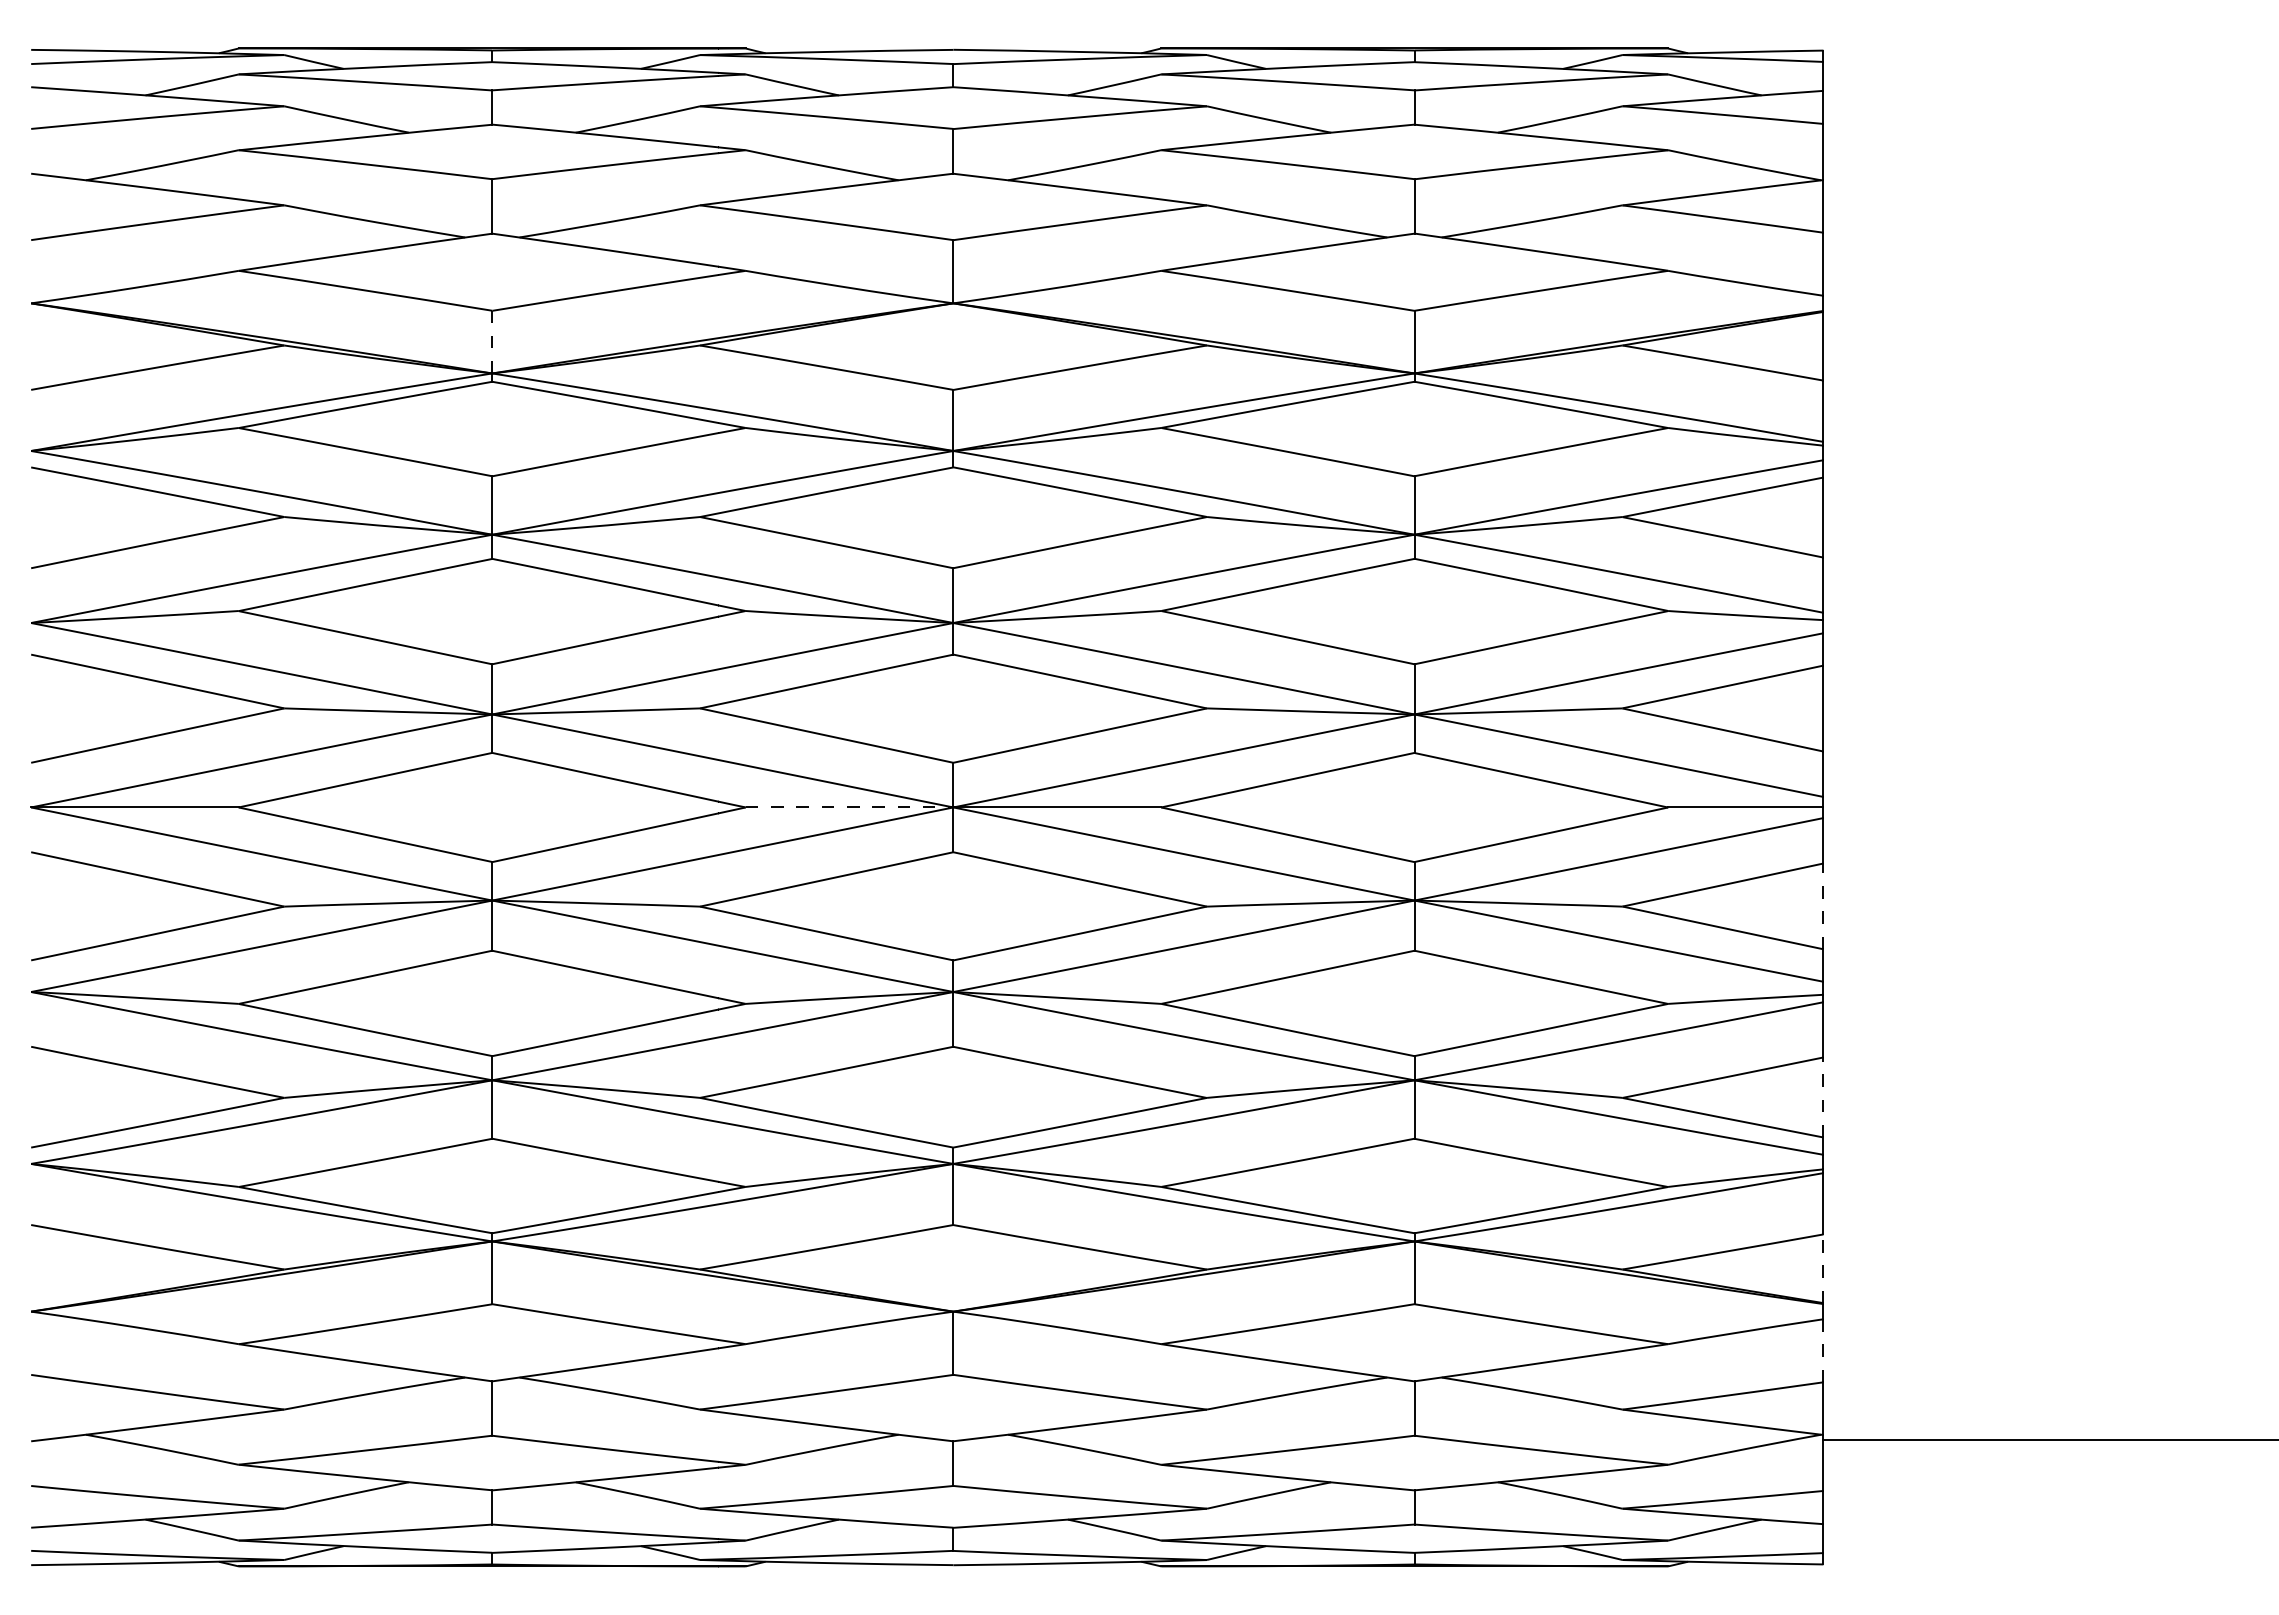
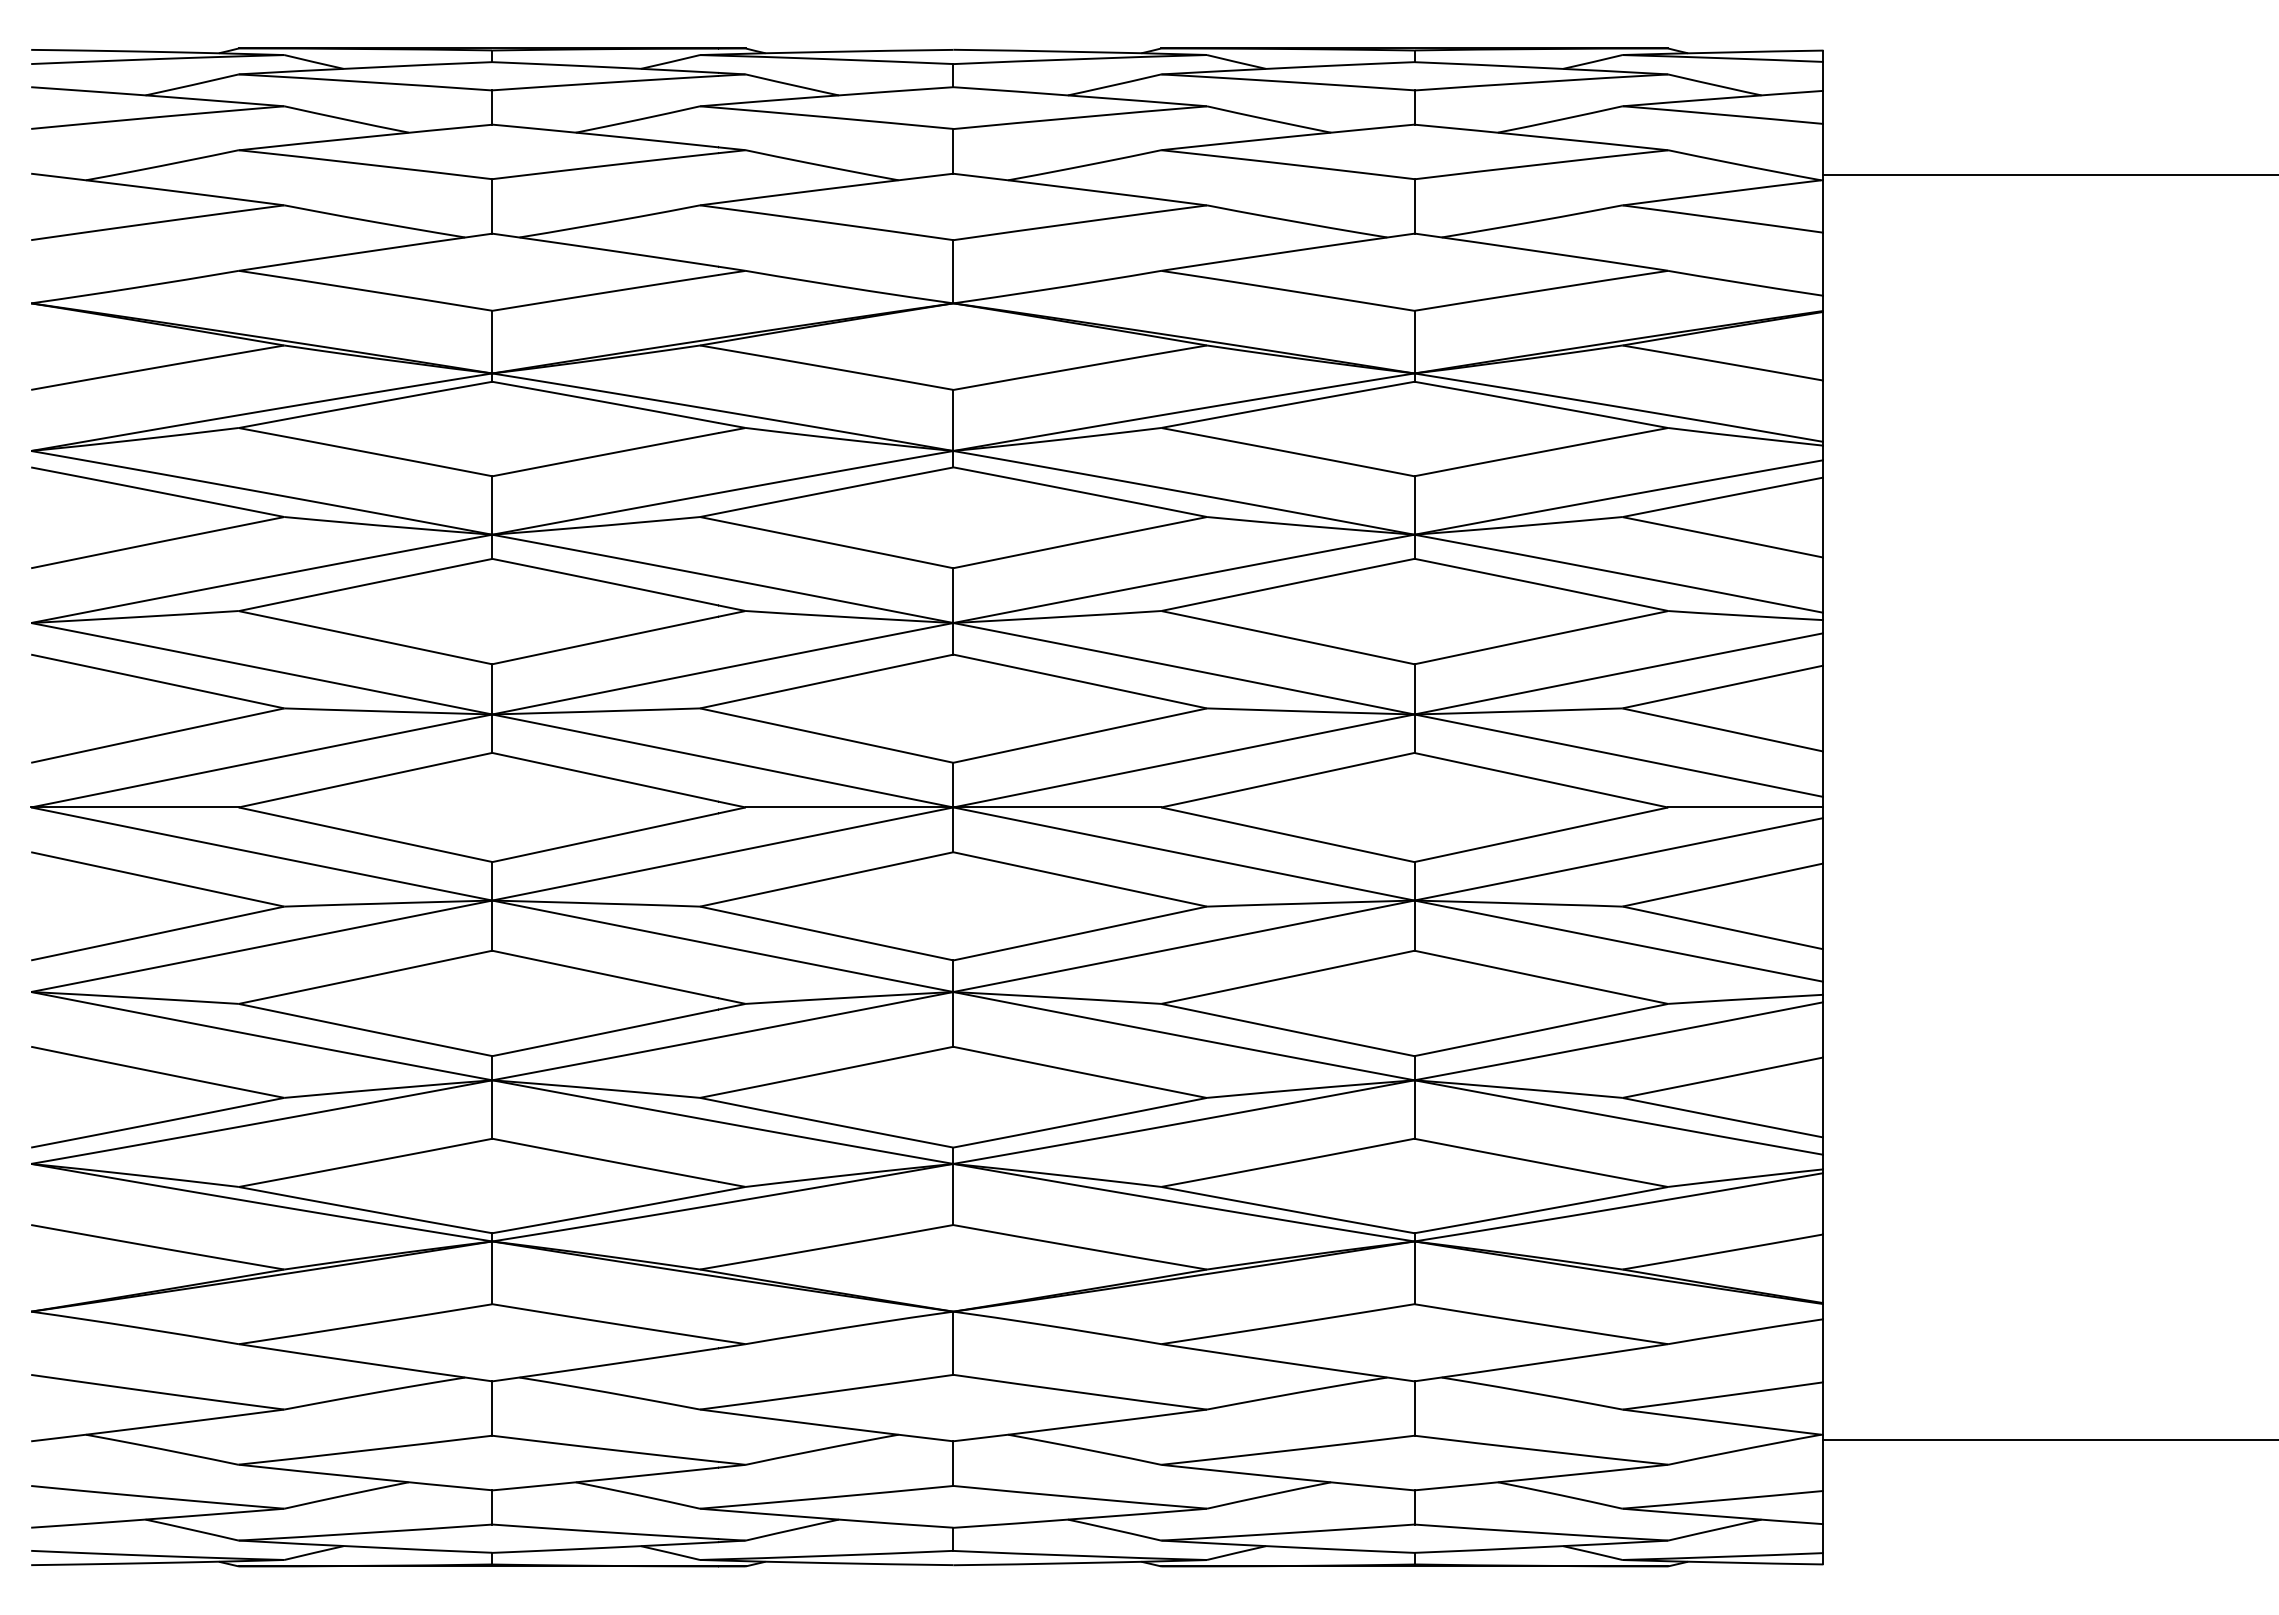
line at (2049, 175): none -> present
line at (492, 341): dashed -> solid
line at (849, 807): dashed -> solid
line at (1823, 906): dashed -> solid
line at (1823, 1096): dashed -> solid
line at (1823, 1268): dashed -> solid
line at (1823, 1350): dashed -> solid
